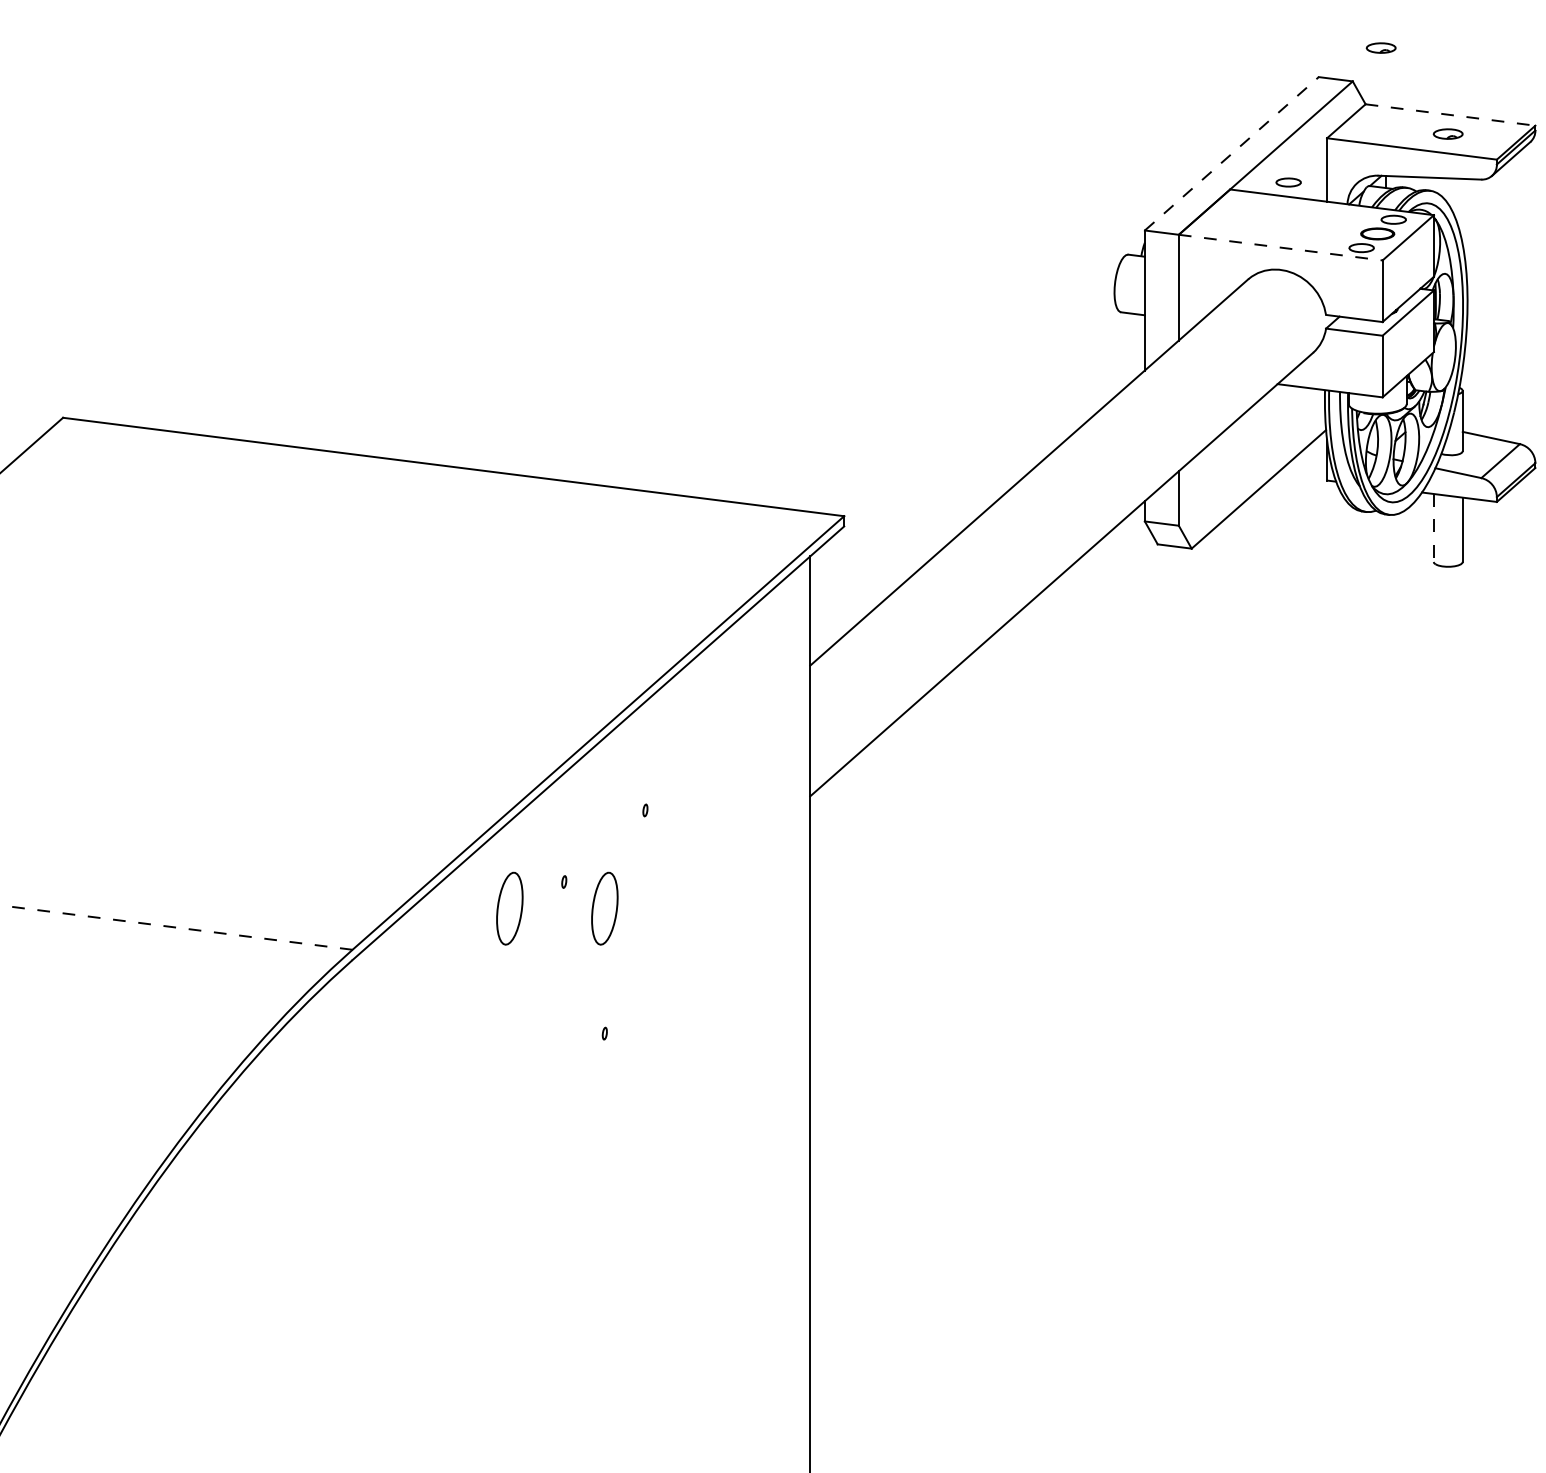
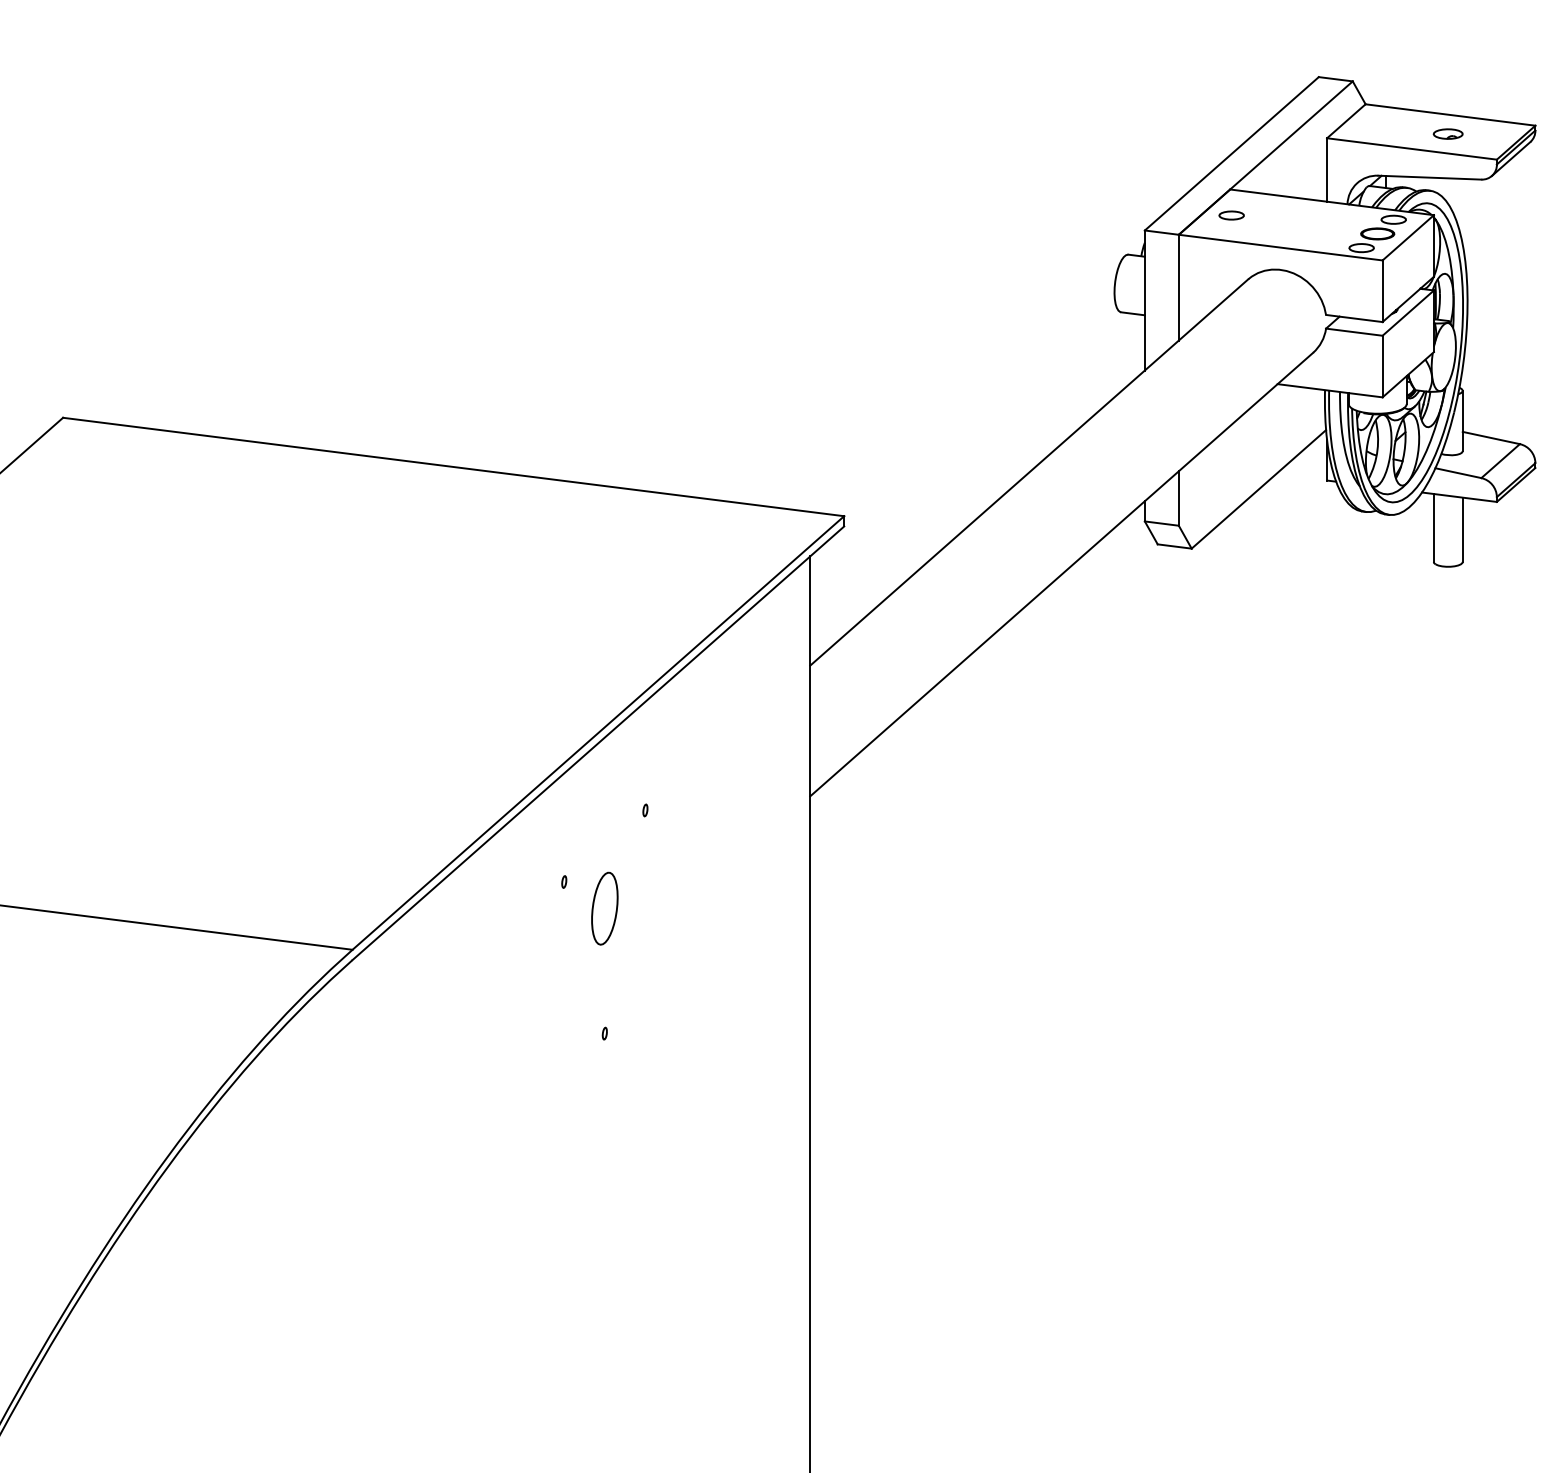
part at (1380, 47): present -> none
line at (1450, 115): dashed -> solid
line at (1231, 153): dashed -> solid
part at (1288, 182) position: (1288, 182) -> (1231, 215)
line at (1280, 247): dashed -> solid
line at (1433, 527): dashed -> solid
part at (509, 908): present -> none
line at (176, 927): dashed -> solid
